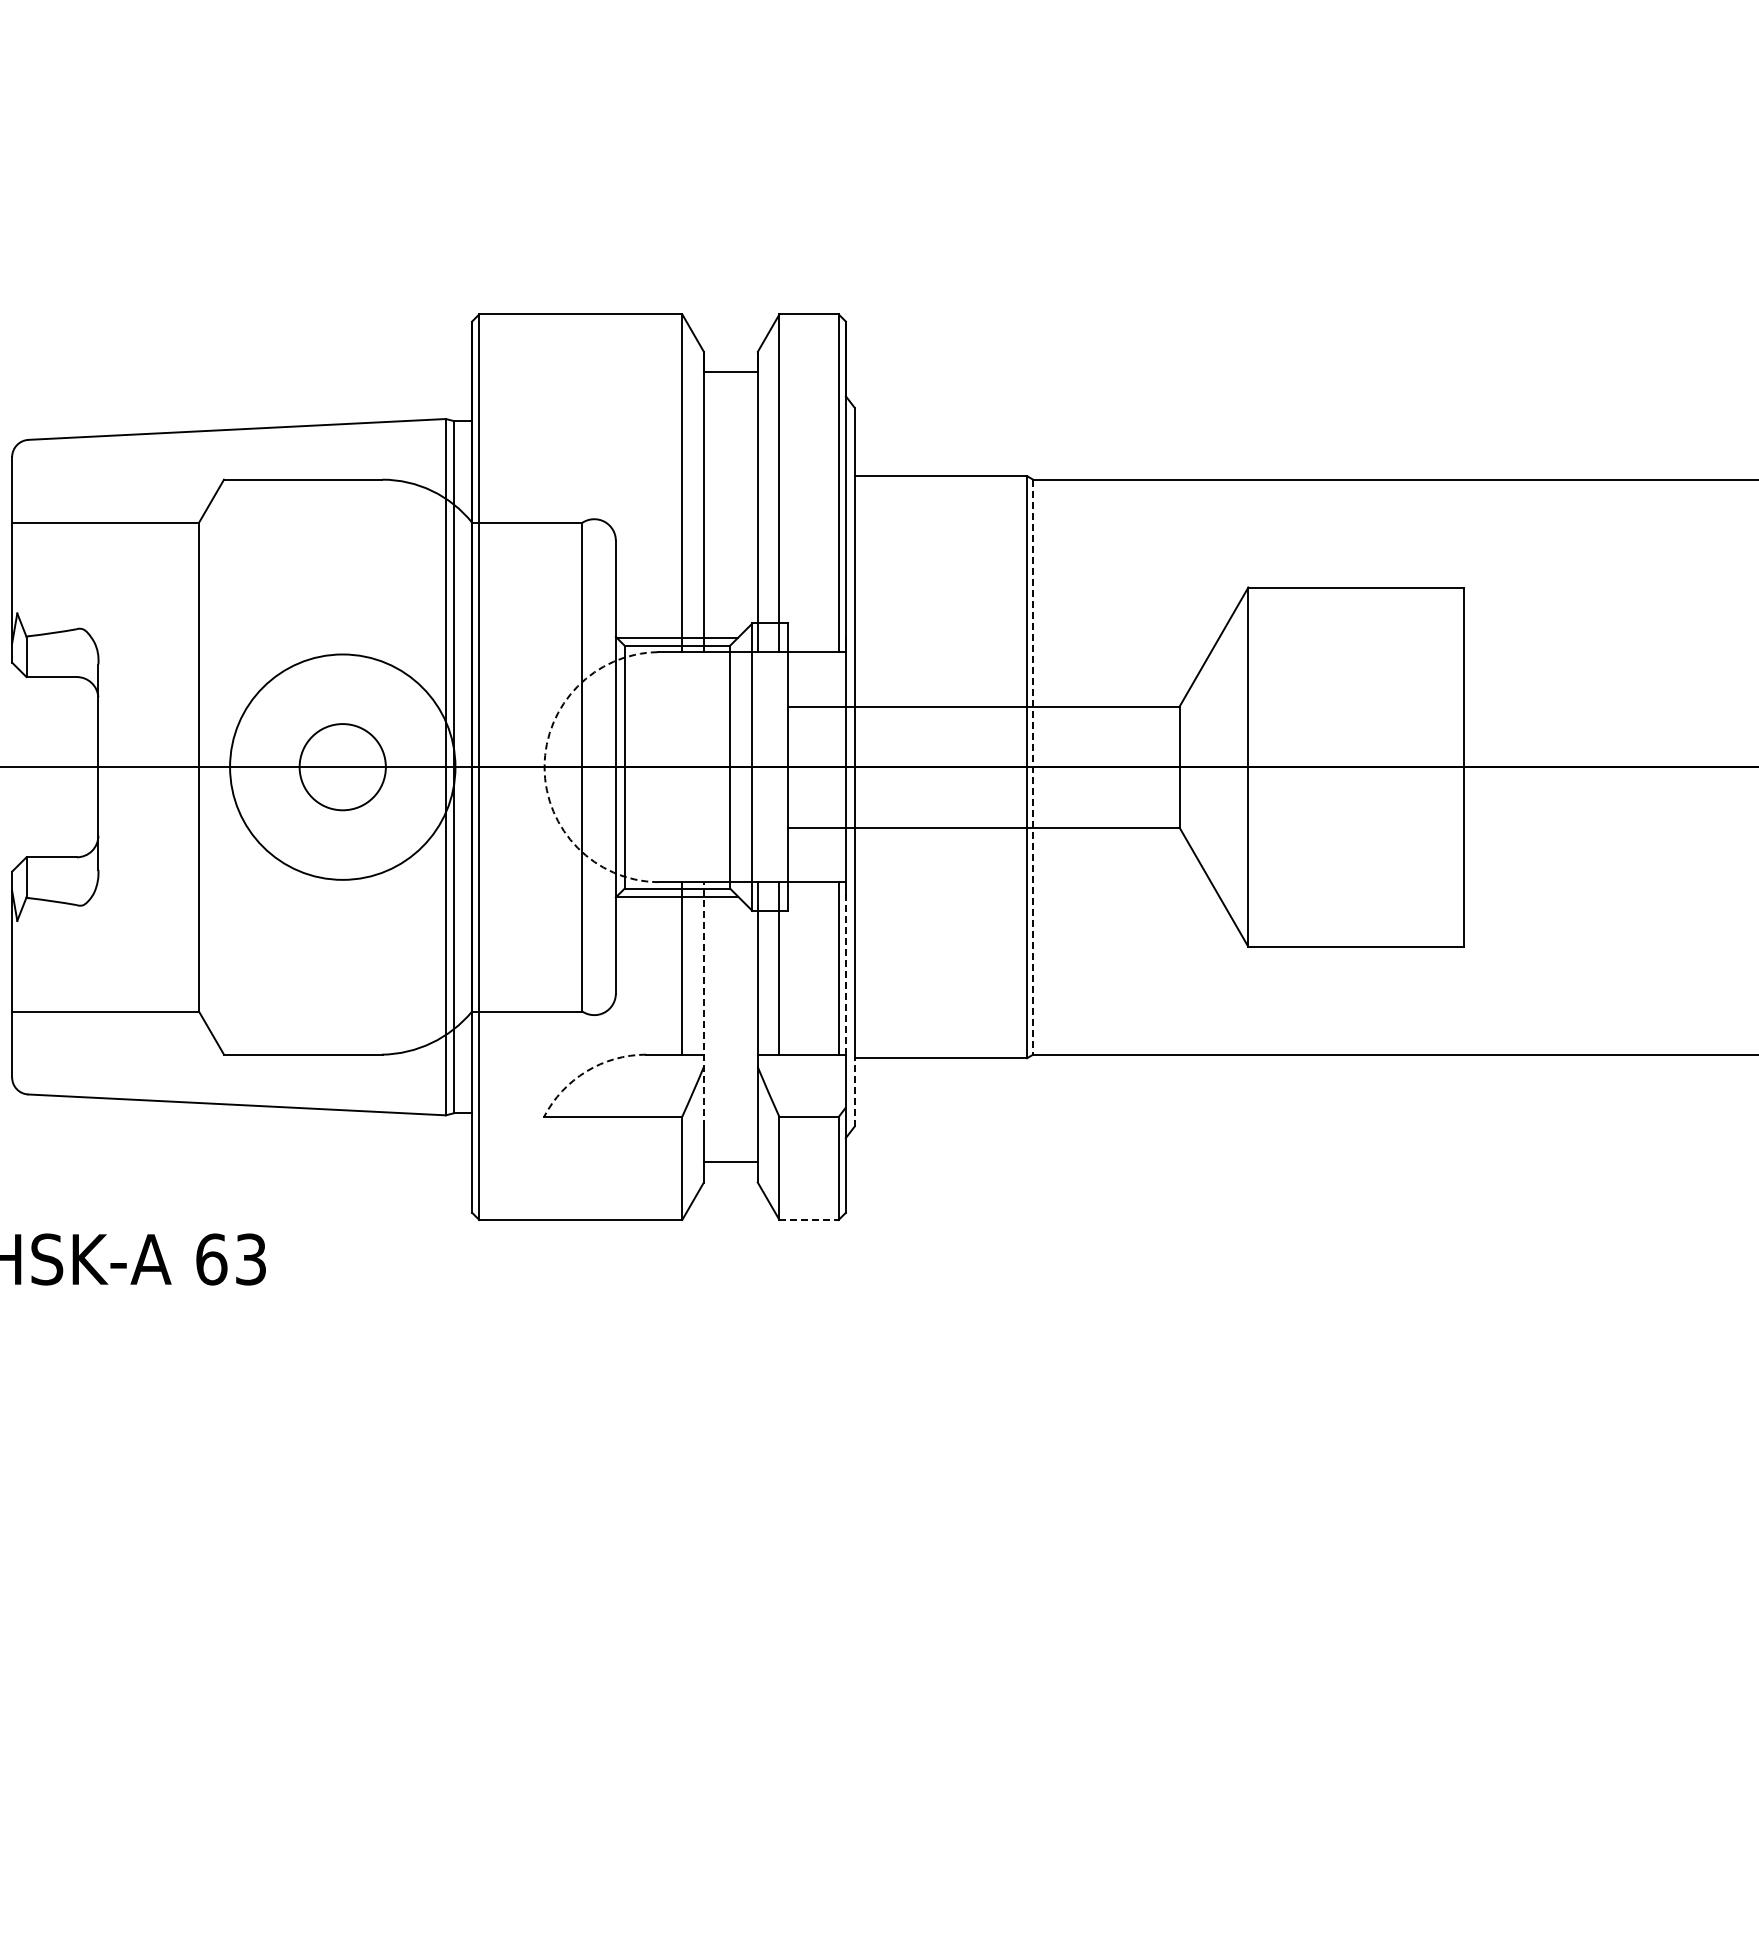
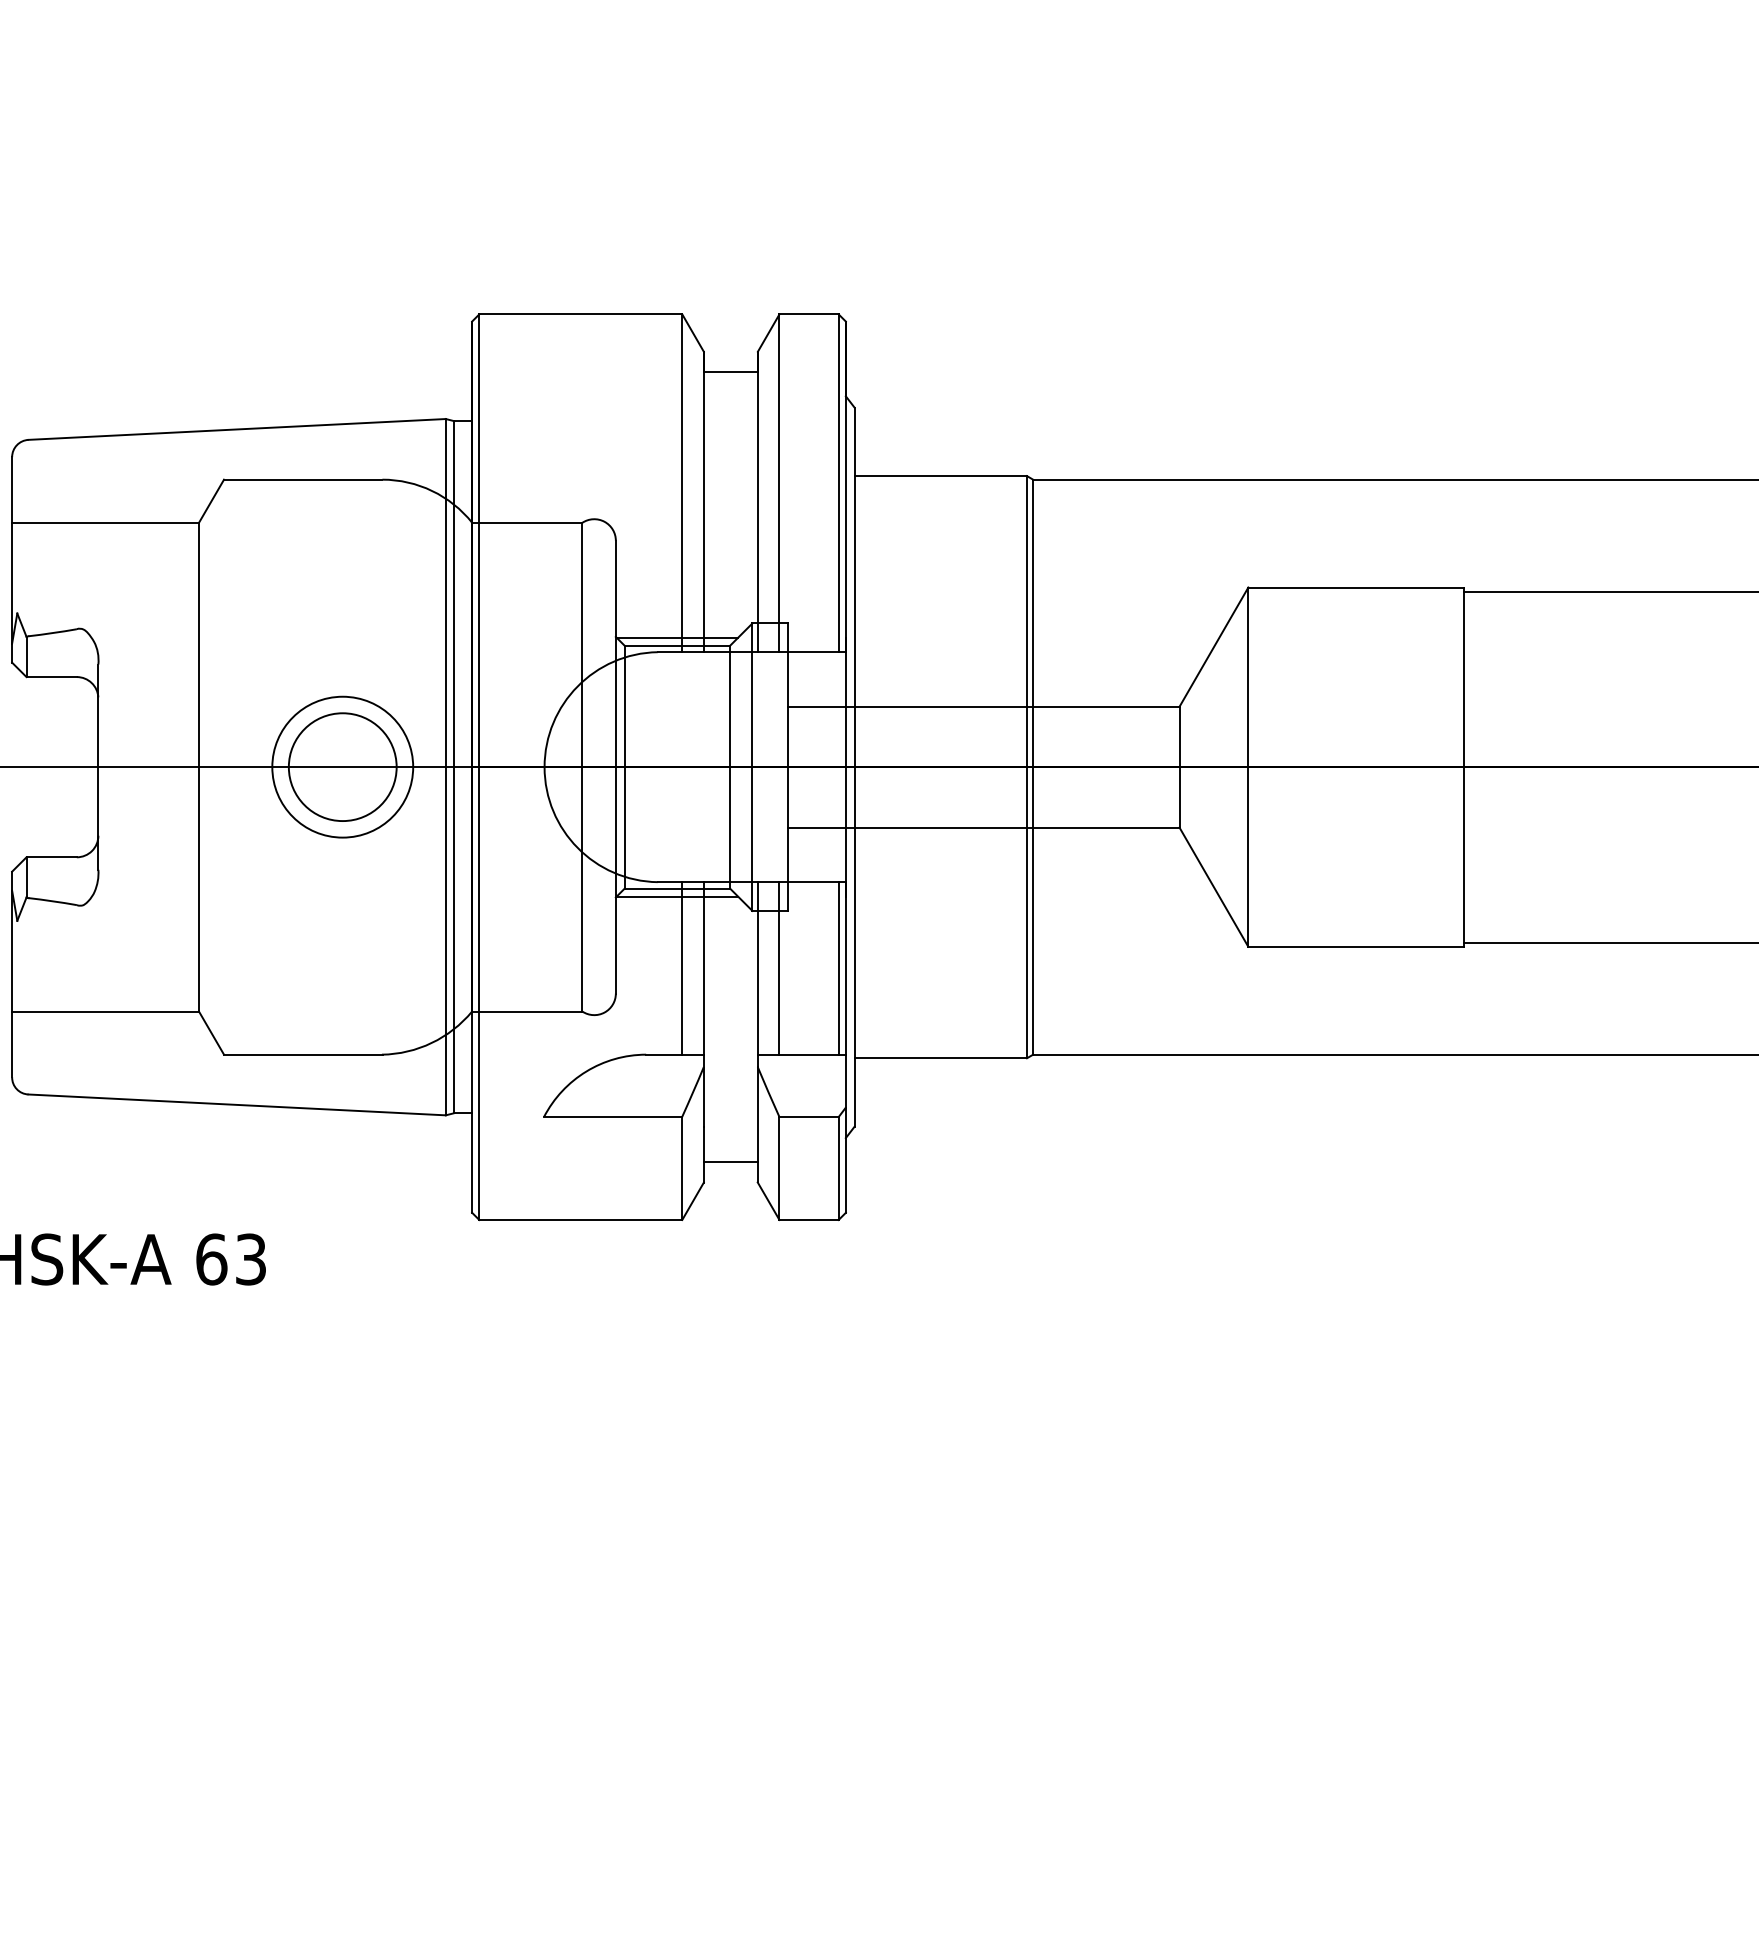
line at (1609, 591): none -> present
circle at (342, 766) diameter: 225 px -> 141 px
circle at (342, 767) diameter: 86 px -> 108 px
arc at (544, 767): dashed -> solid
line at (1033, 767): dashed -> solid
line at (1609, 942): none -> present
line at (845, 967): dashed -> solid
line at (703, 1003): dashed -> solid
arc at (586, 1071): dashed -> solid
line at (854, 1092): dashed -> solid
line at (809, 1219): dashed -> solid
